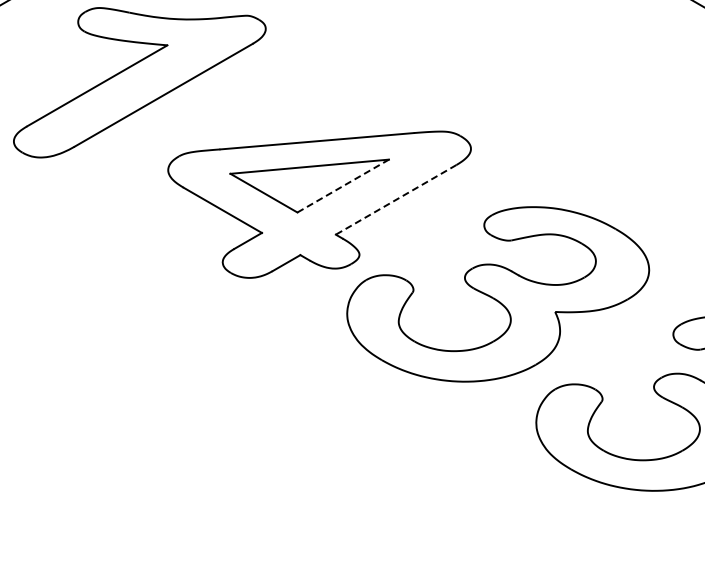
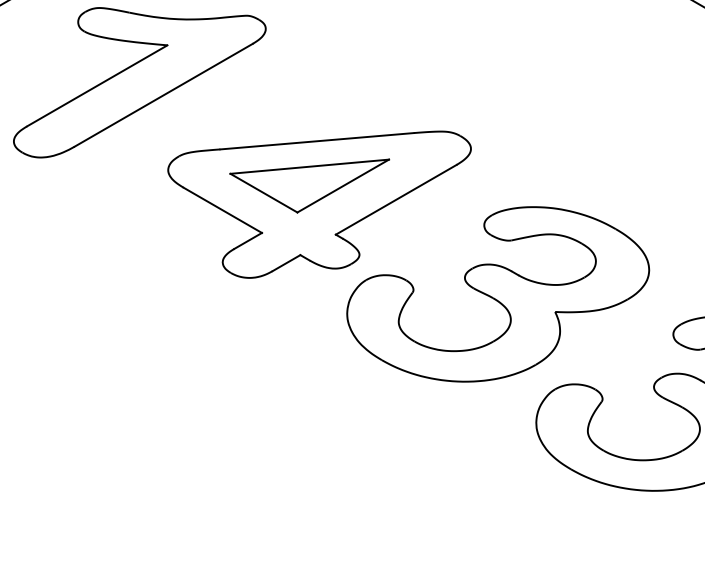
line at (343, 186): dashed -> solid
line at (396, 199): dashed -> solid
